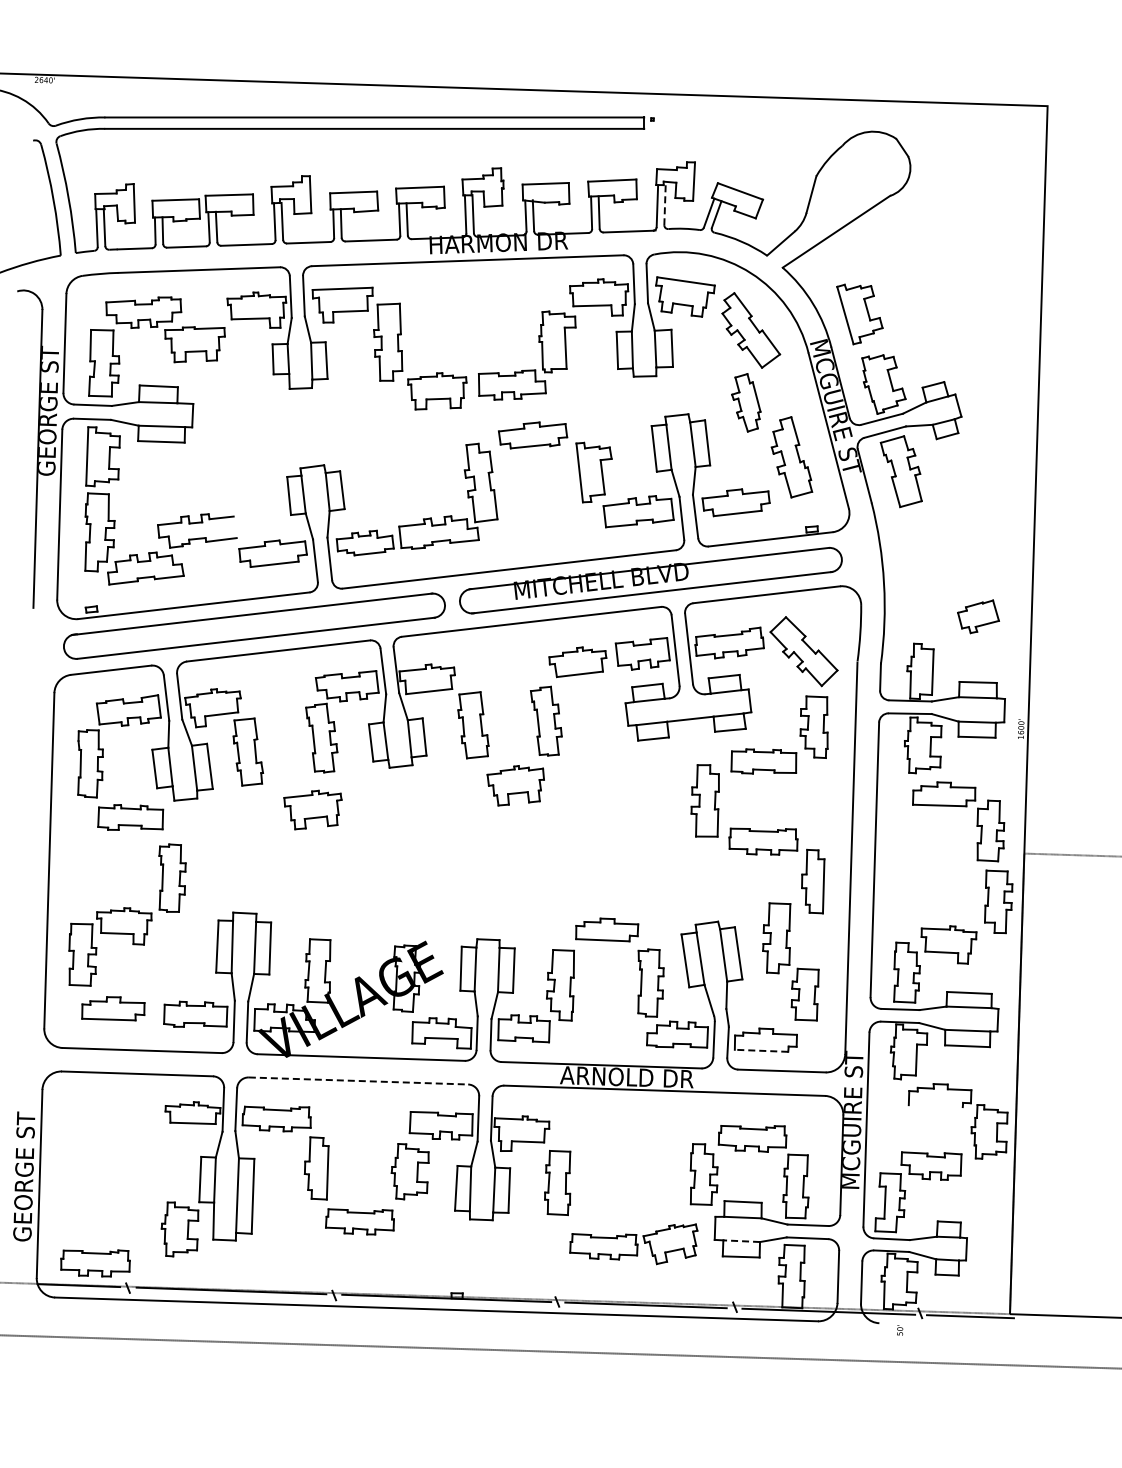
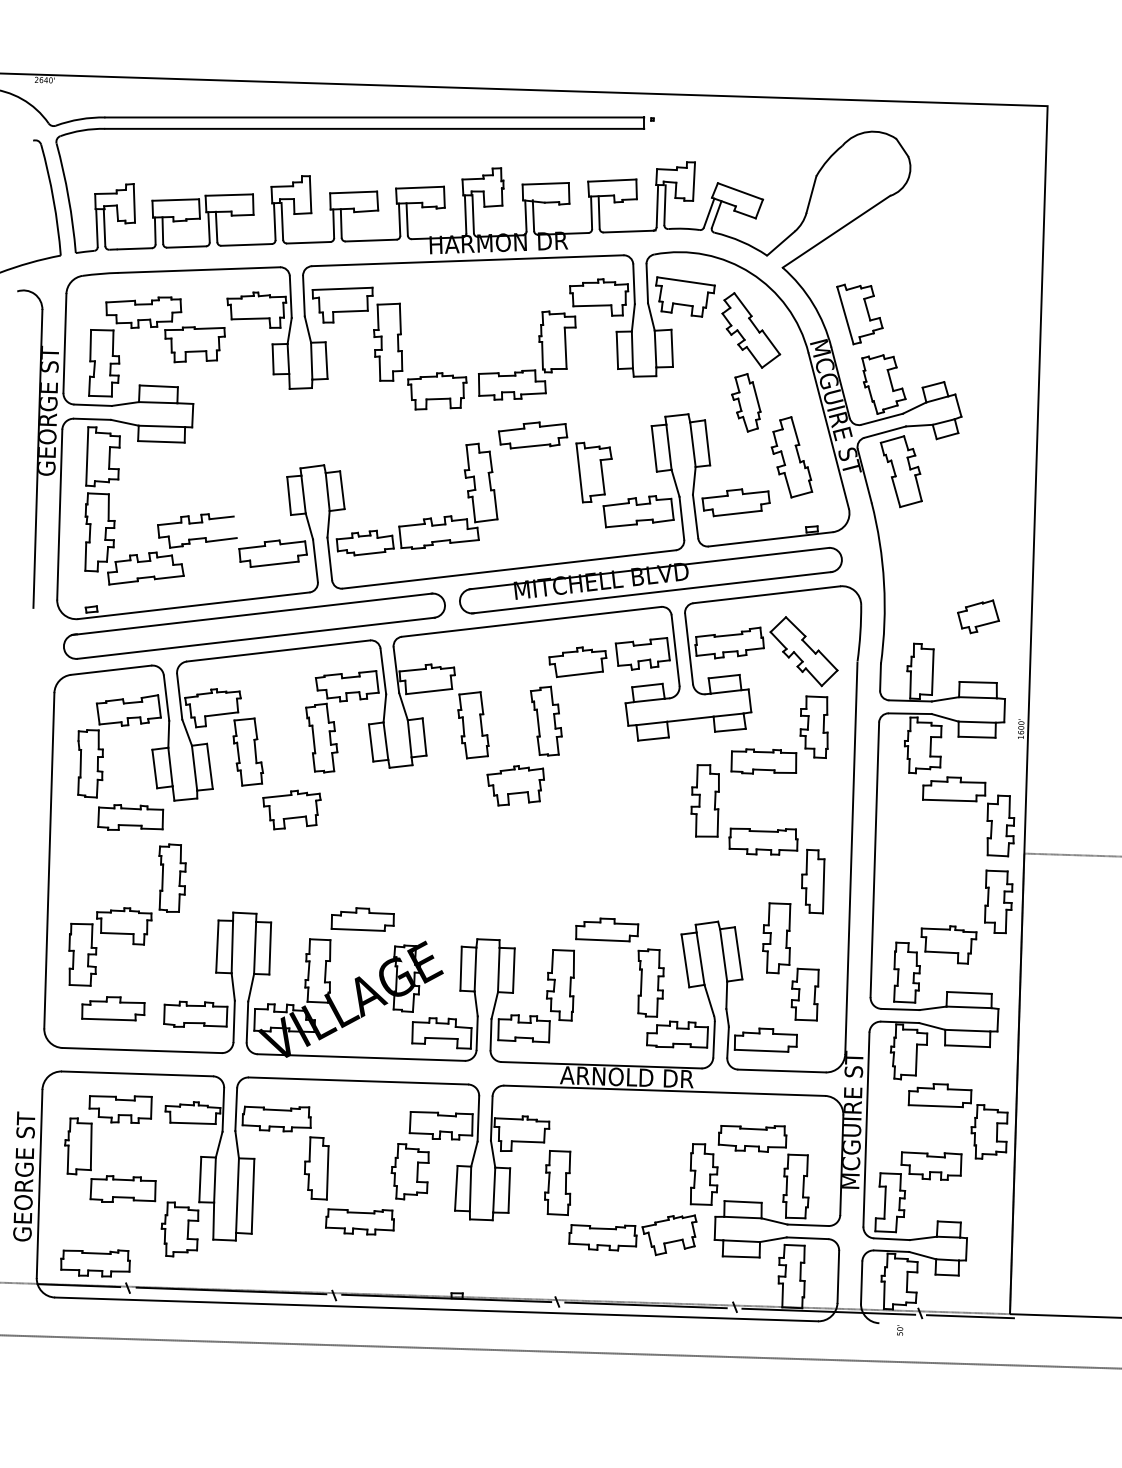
line at (665, 205): dashed -> solid
part at (962, 807) position: (962, 807) -> (972, 802)
part at (312, 809) position: (312, 809) -> (291, 809)
part at (362, 919): none -> present
line at (761, 1050): dashed -> solid
line at (358, 1080): dashed -> solid
line at (935, 1106): none -> present
part at (92, 1148): none -> present
line at (741, 1241): dashed -> solid
part at (633, 1244) position: (633, 1244) -> (632, 1235)
